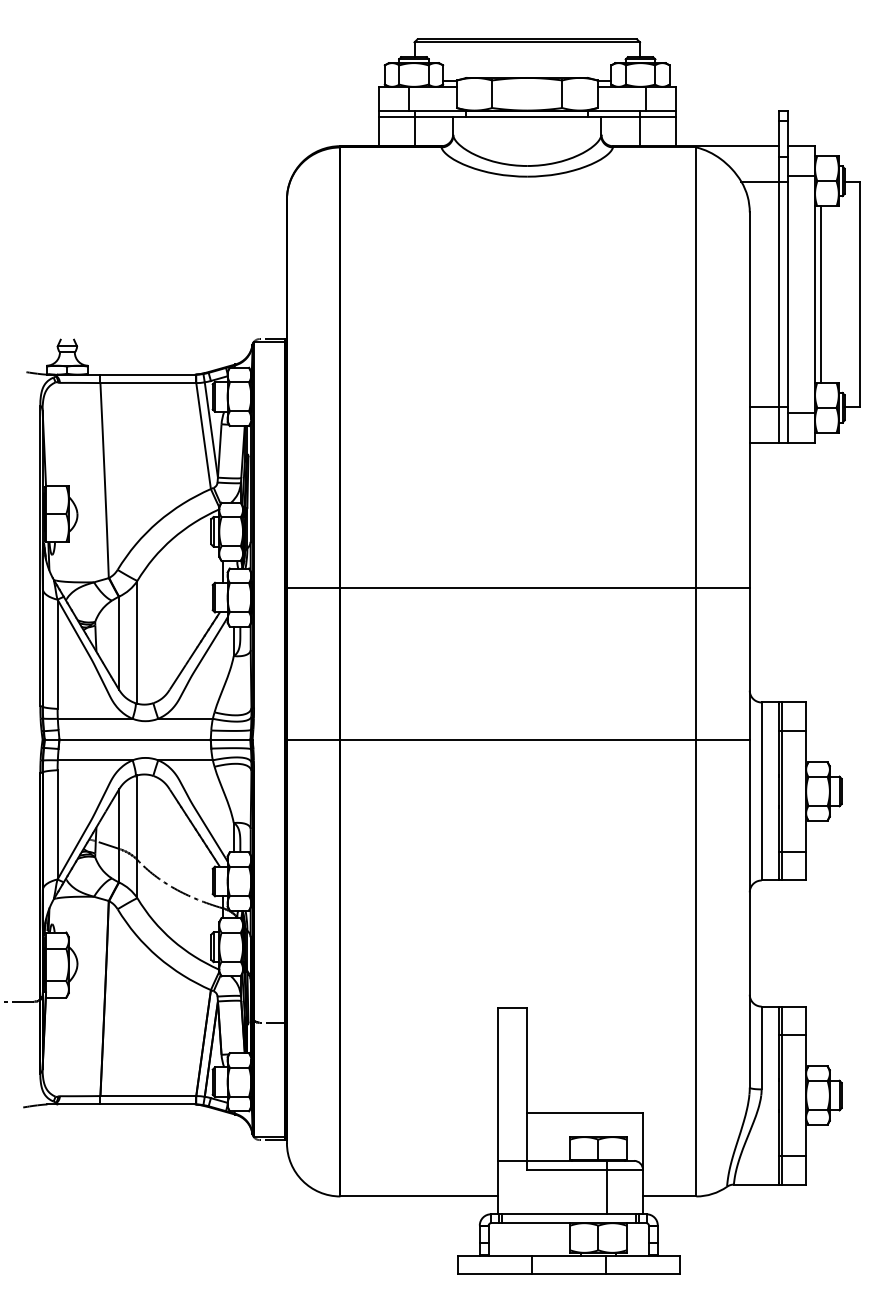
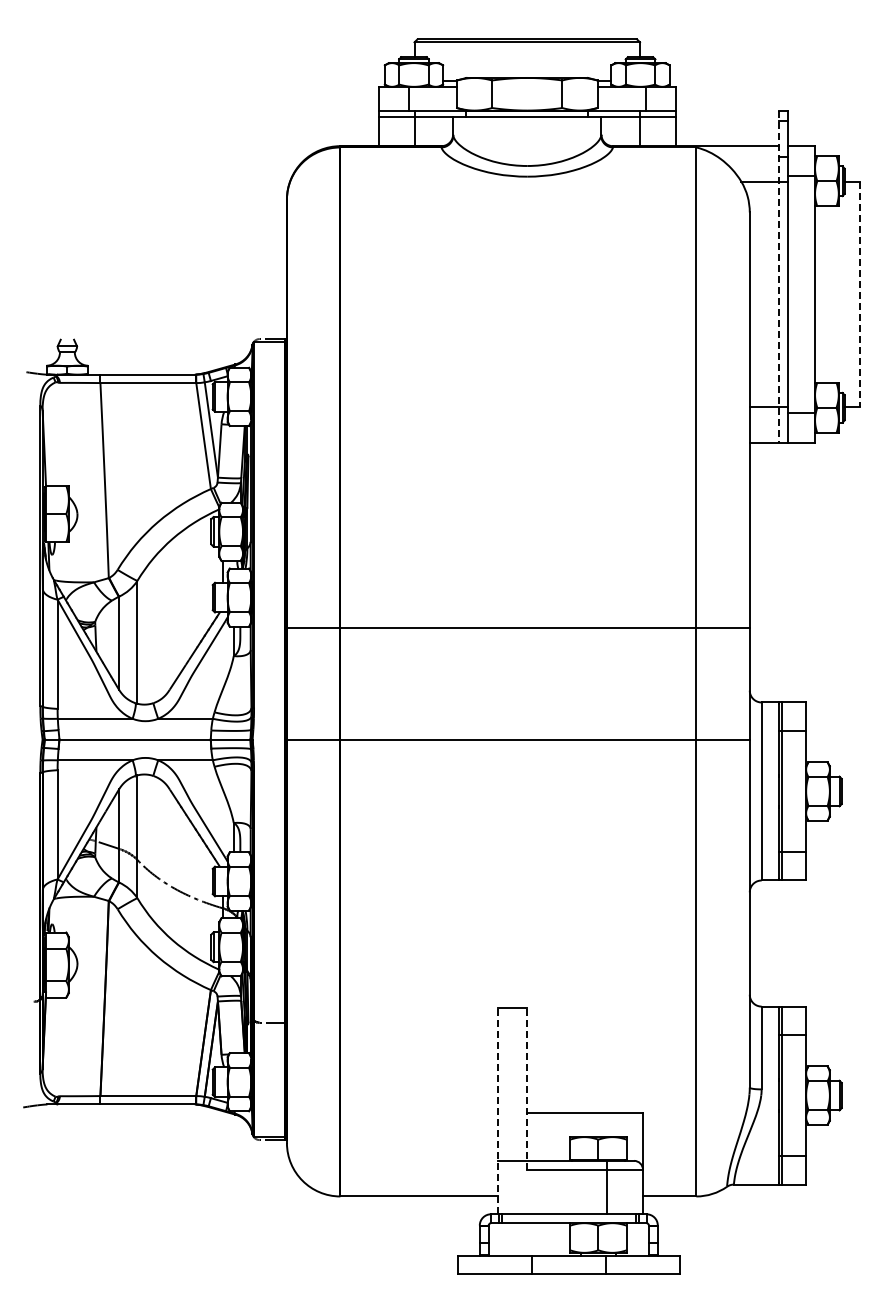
line at (779, 277): solid -> dashed
line at (820, 294): present -> none
line at (859, 294): solid -> dashed
line at (517, 587) position: (517, 587) -> (517, 627)
line at (17, 1001): present -> none
line at (527, 1088): solid -> dashed
line at (497, 1110): solid -> dashed
